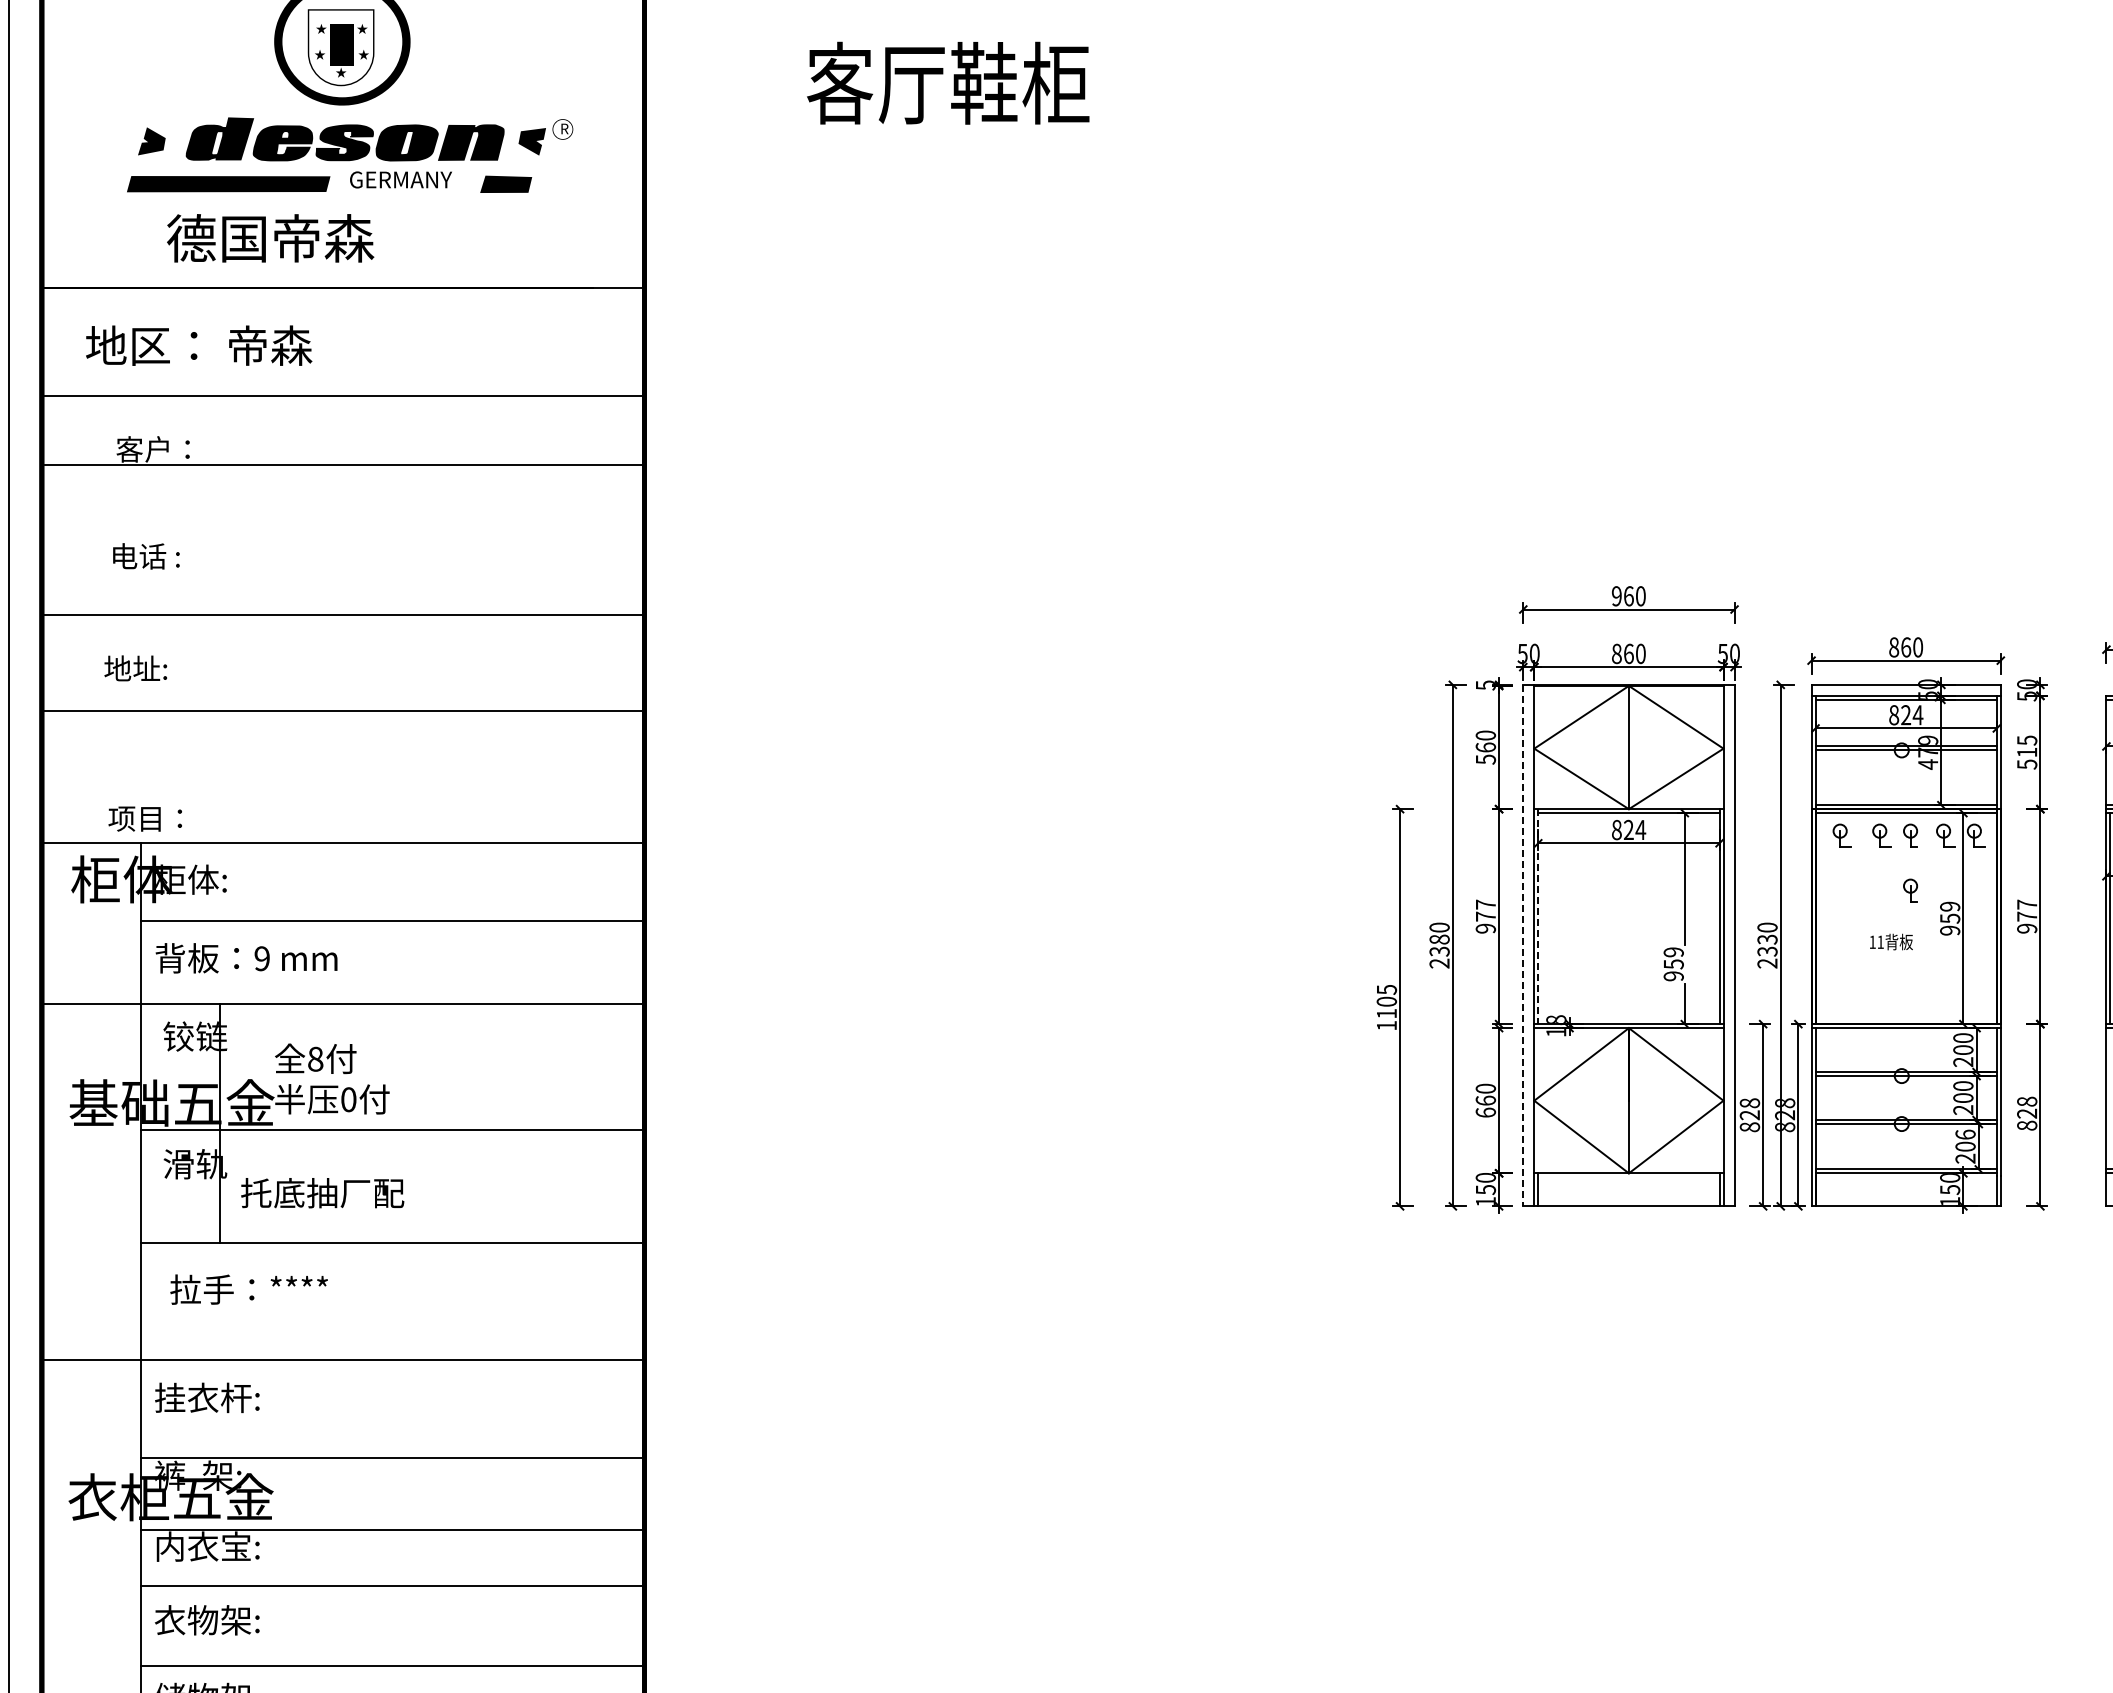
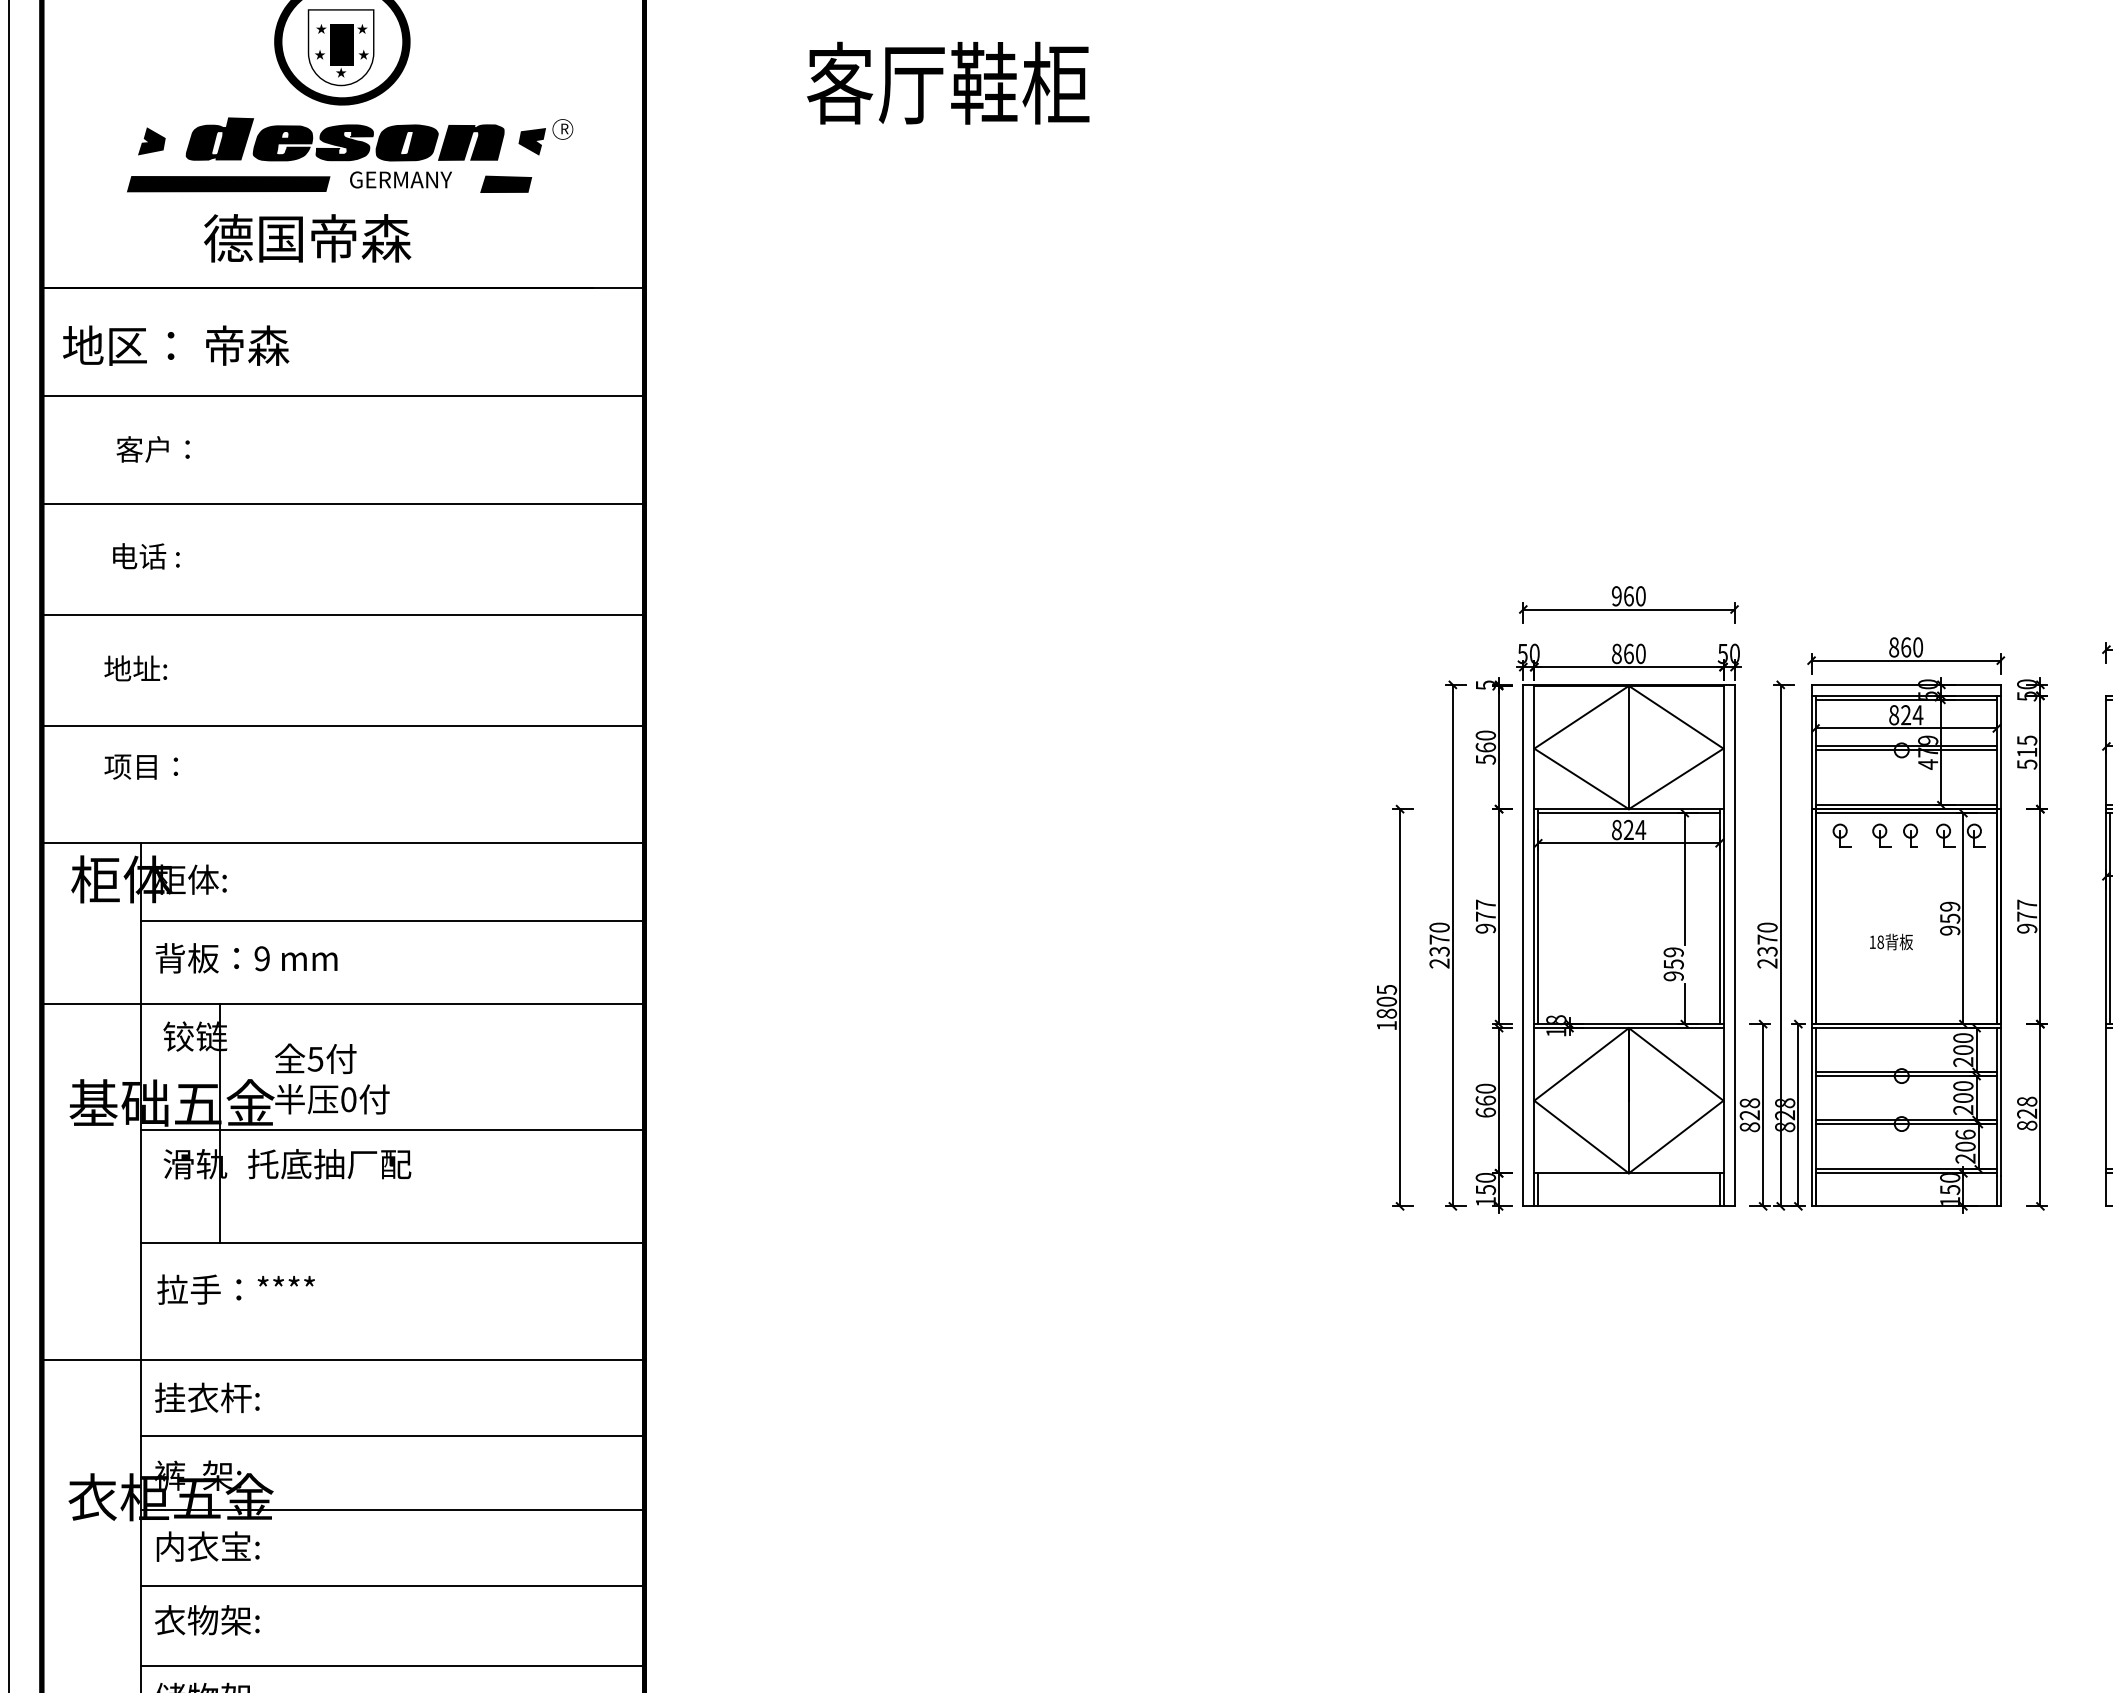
text at (270, 238) position: (270, 238) -> (307, 238)
text at (199, 345) position: (199, 345) -> (176, 345)
line at (344, 465) position: (344, 465) -> (344, 504)
line at (342, 711) position: (342, 711) -> (342, 726)
text at (144, 818) position: (144, 818) -> (140, 766)
part at (1910, 890): present -> none
line at (1538, 917): dashed -> solid
text at (1439, 939): 2380 -> 2370
text at (1767, 939): 2330 -> 2370
text at (1880, 942): 11 -> 18
line at (1523, 945): dashed -> solid
text at (1386, 1013): 1105 -> 1805
text at (315, 1058): 8 -> 5
text at (322, 1193) position: (322, 1193) -> (329, 1164)
text at (248, 1289) position: (248, 1289) -> (235, 1289)
line at (392, 1458) position: (392, 1458) -> (392, 1436)
line at (392, 1529) position: (392, 1529) -> (392, 1509)
